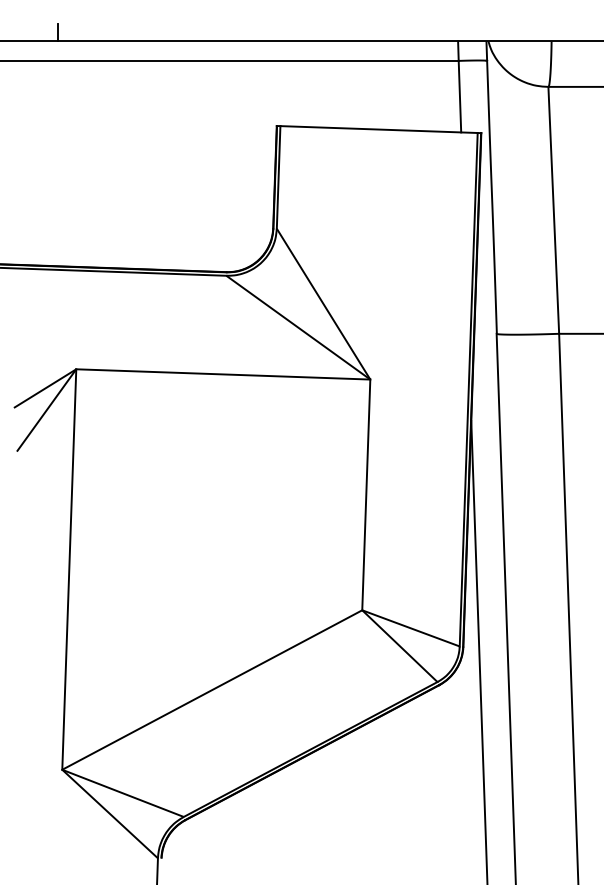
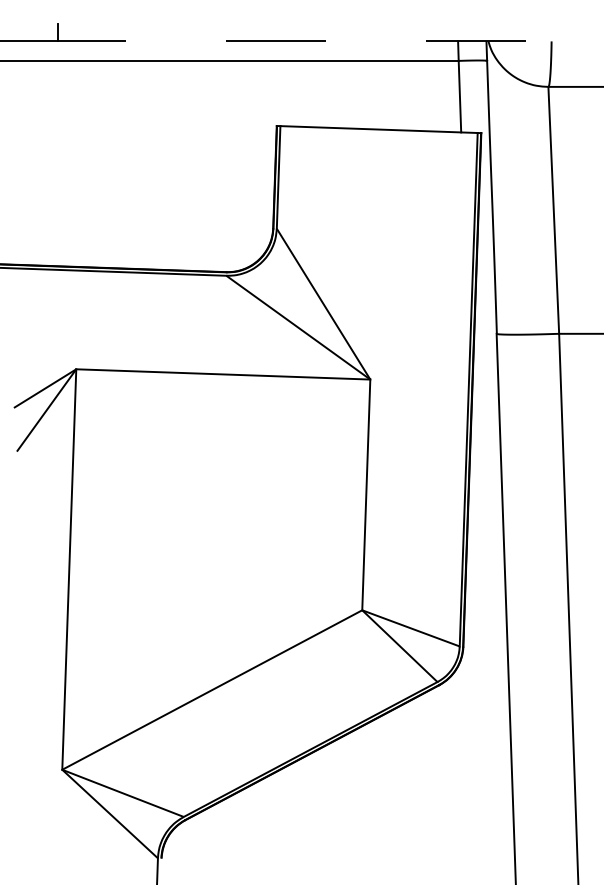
line at (330, 41): solid -> dashed
line at (479, 650): present -> none
